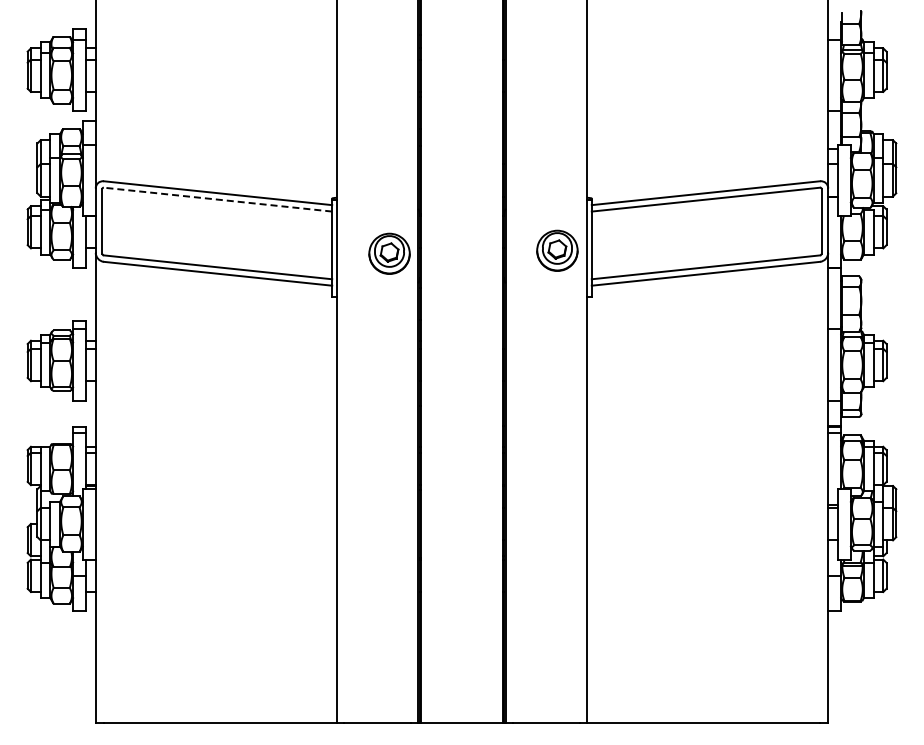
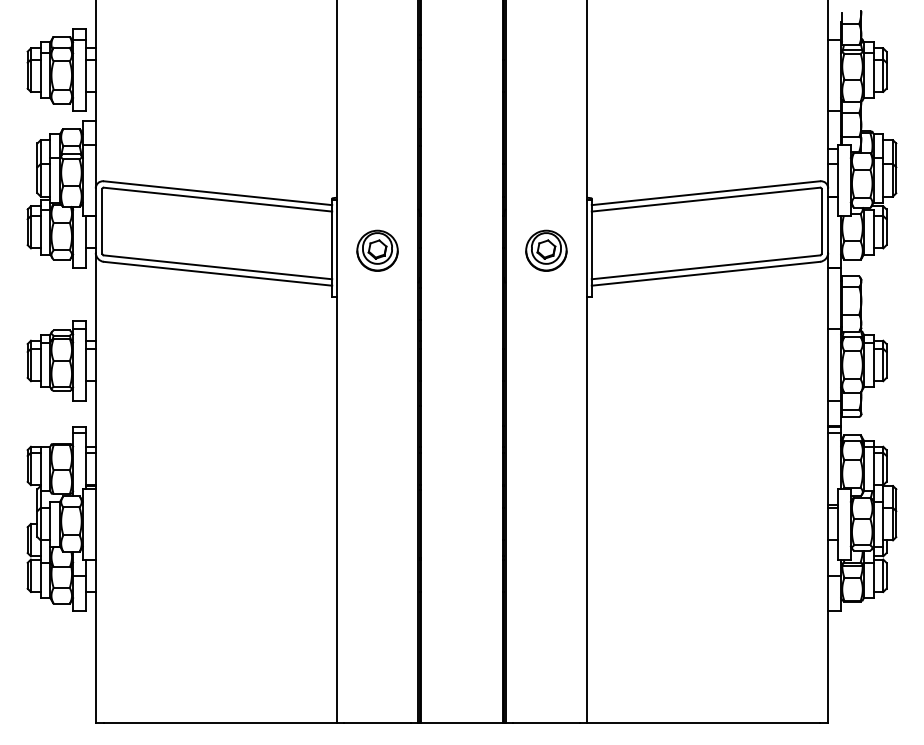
line at (218, 199): dashed -> solid
part at (557, 250) position: (557, 250) -> (546, 250)
part at (389, 253) position: (389, 253) -> (377, 250)
